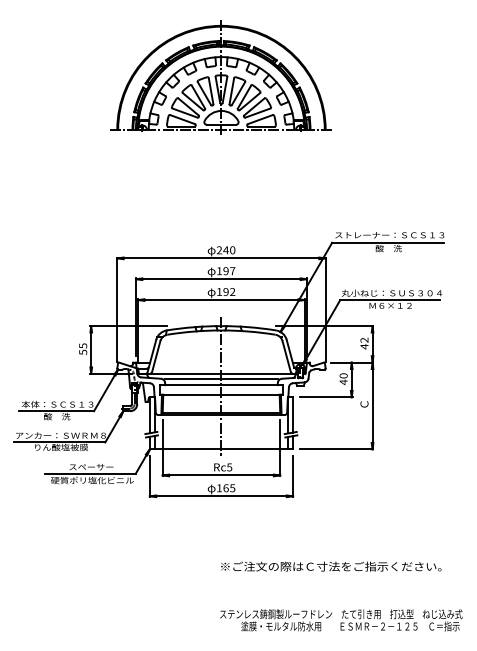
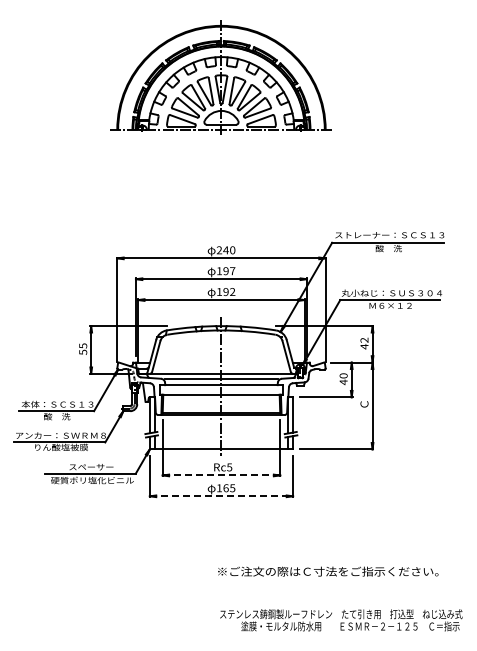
line at (221, 475): solid -> dashed
line at (221, 496): solid -> dashed
text at (331, 566) position: (331, 566) -> (328, 571)
